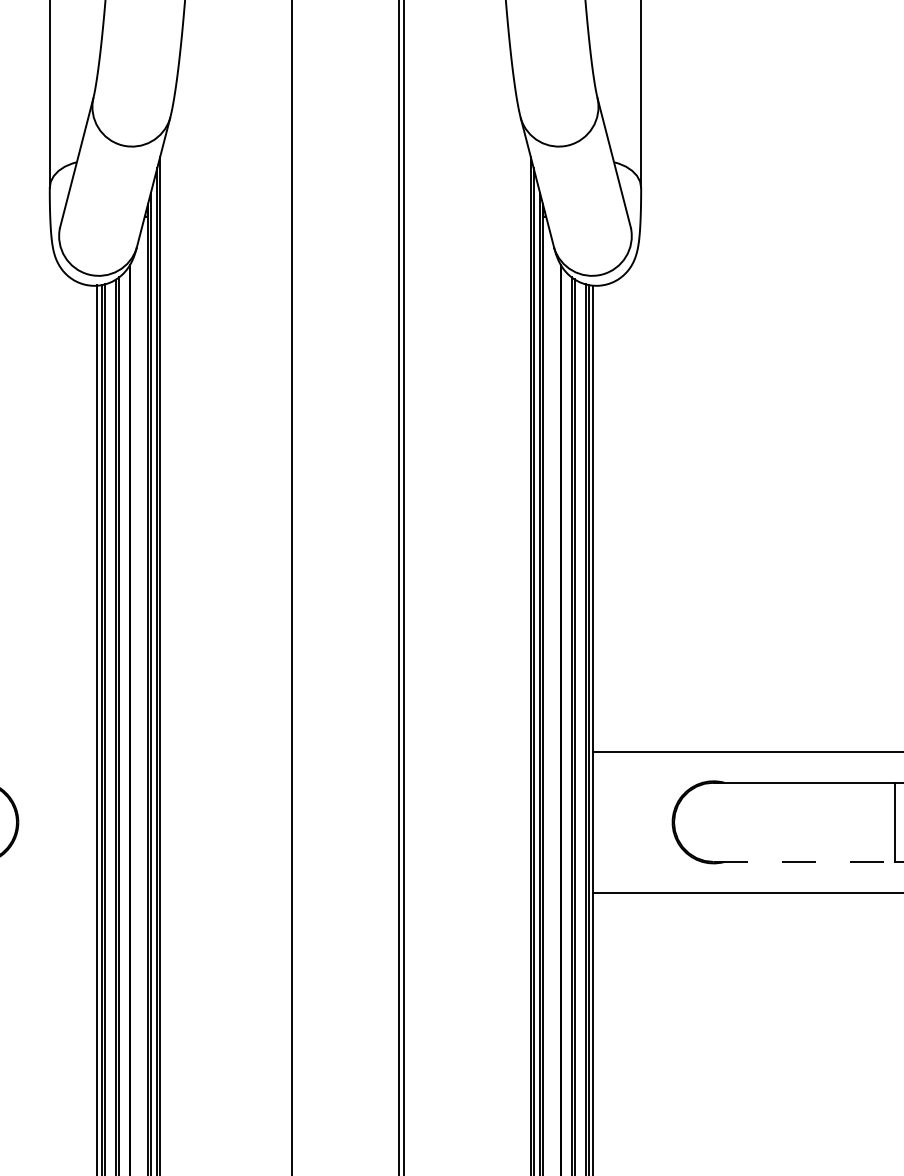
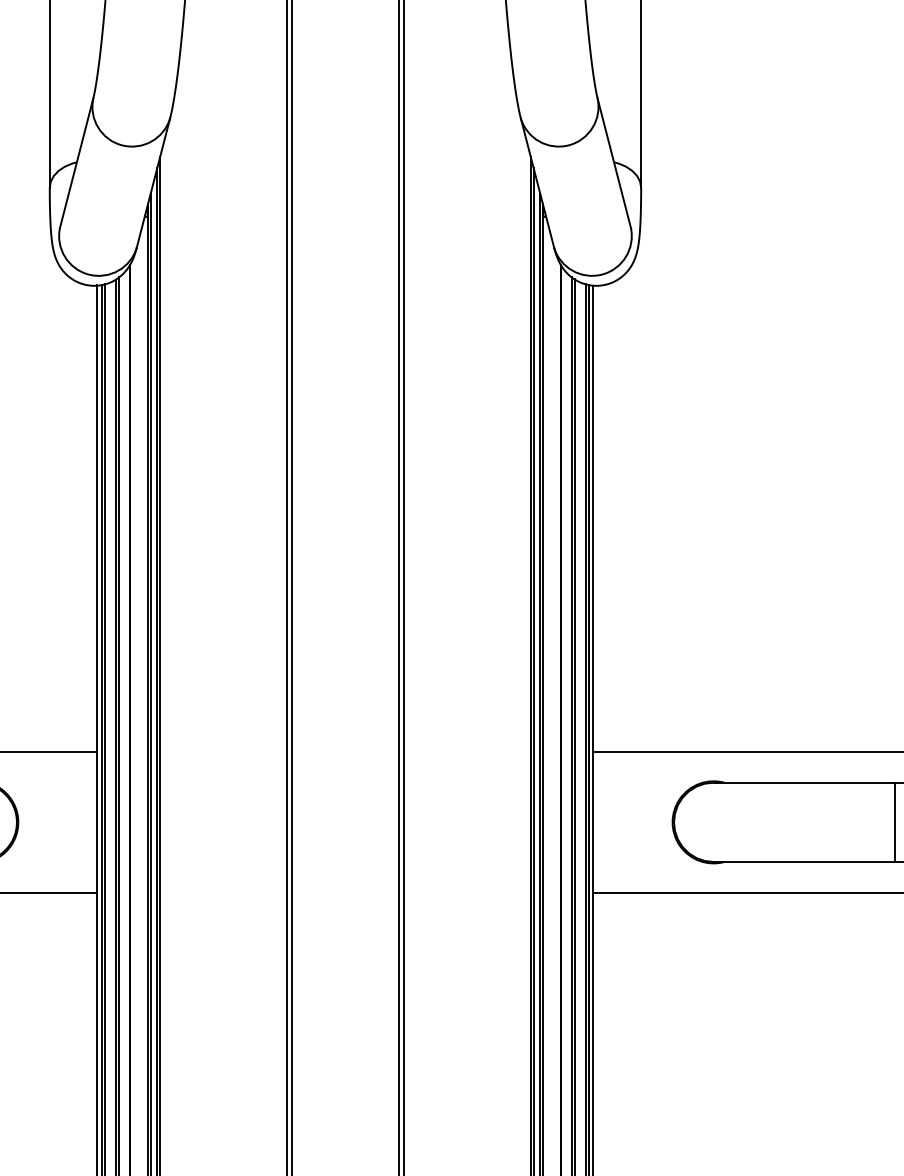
line at (287, 587): none -> present
line at (49, 751): none -> present
line at (804, 862): dashed -> solid
line at (49, 893): none -> present
